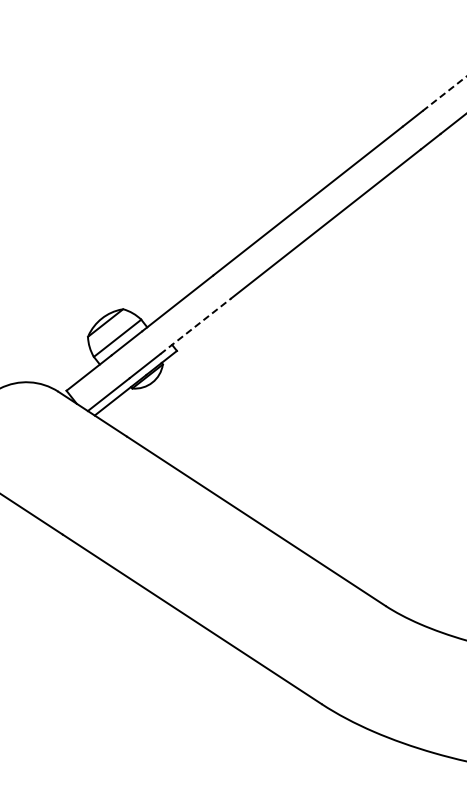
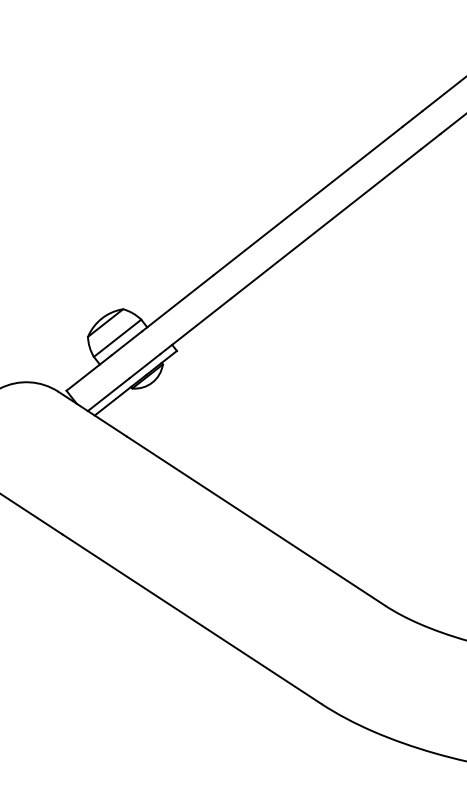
line at (444, 93): dashed -> solid
line at (196, 326): dashed -> solid
